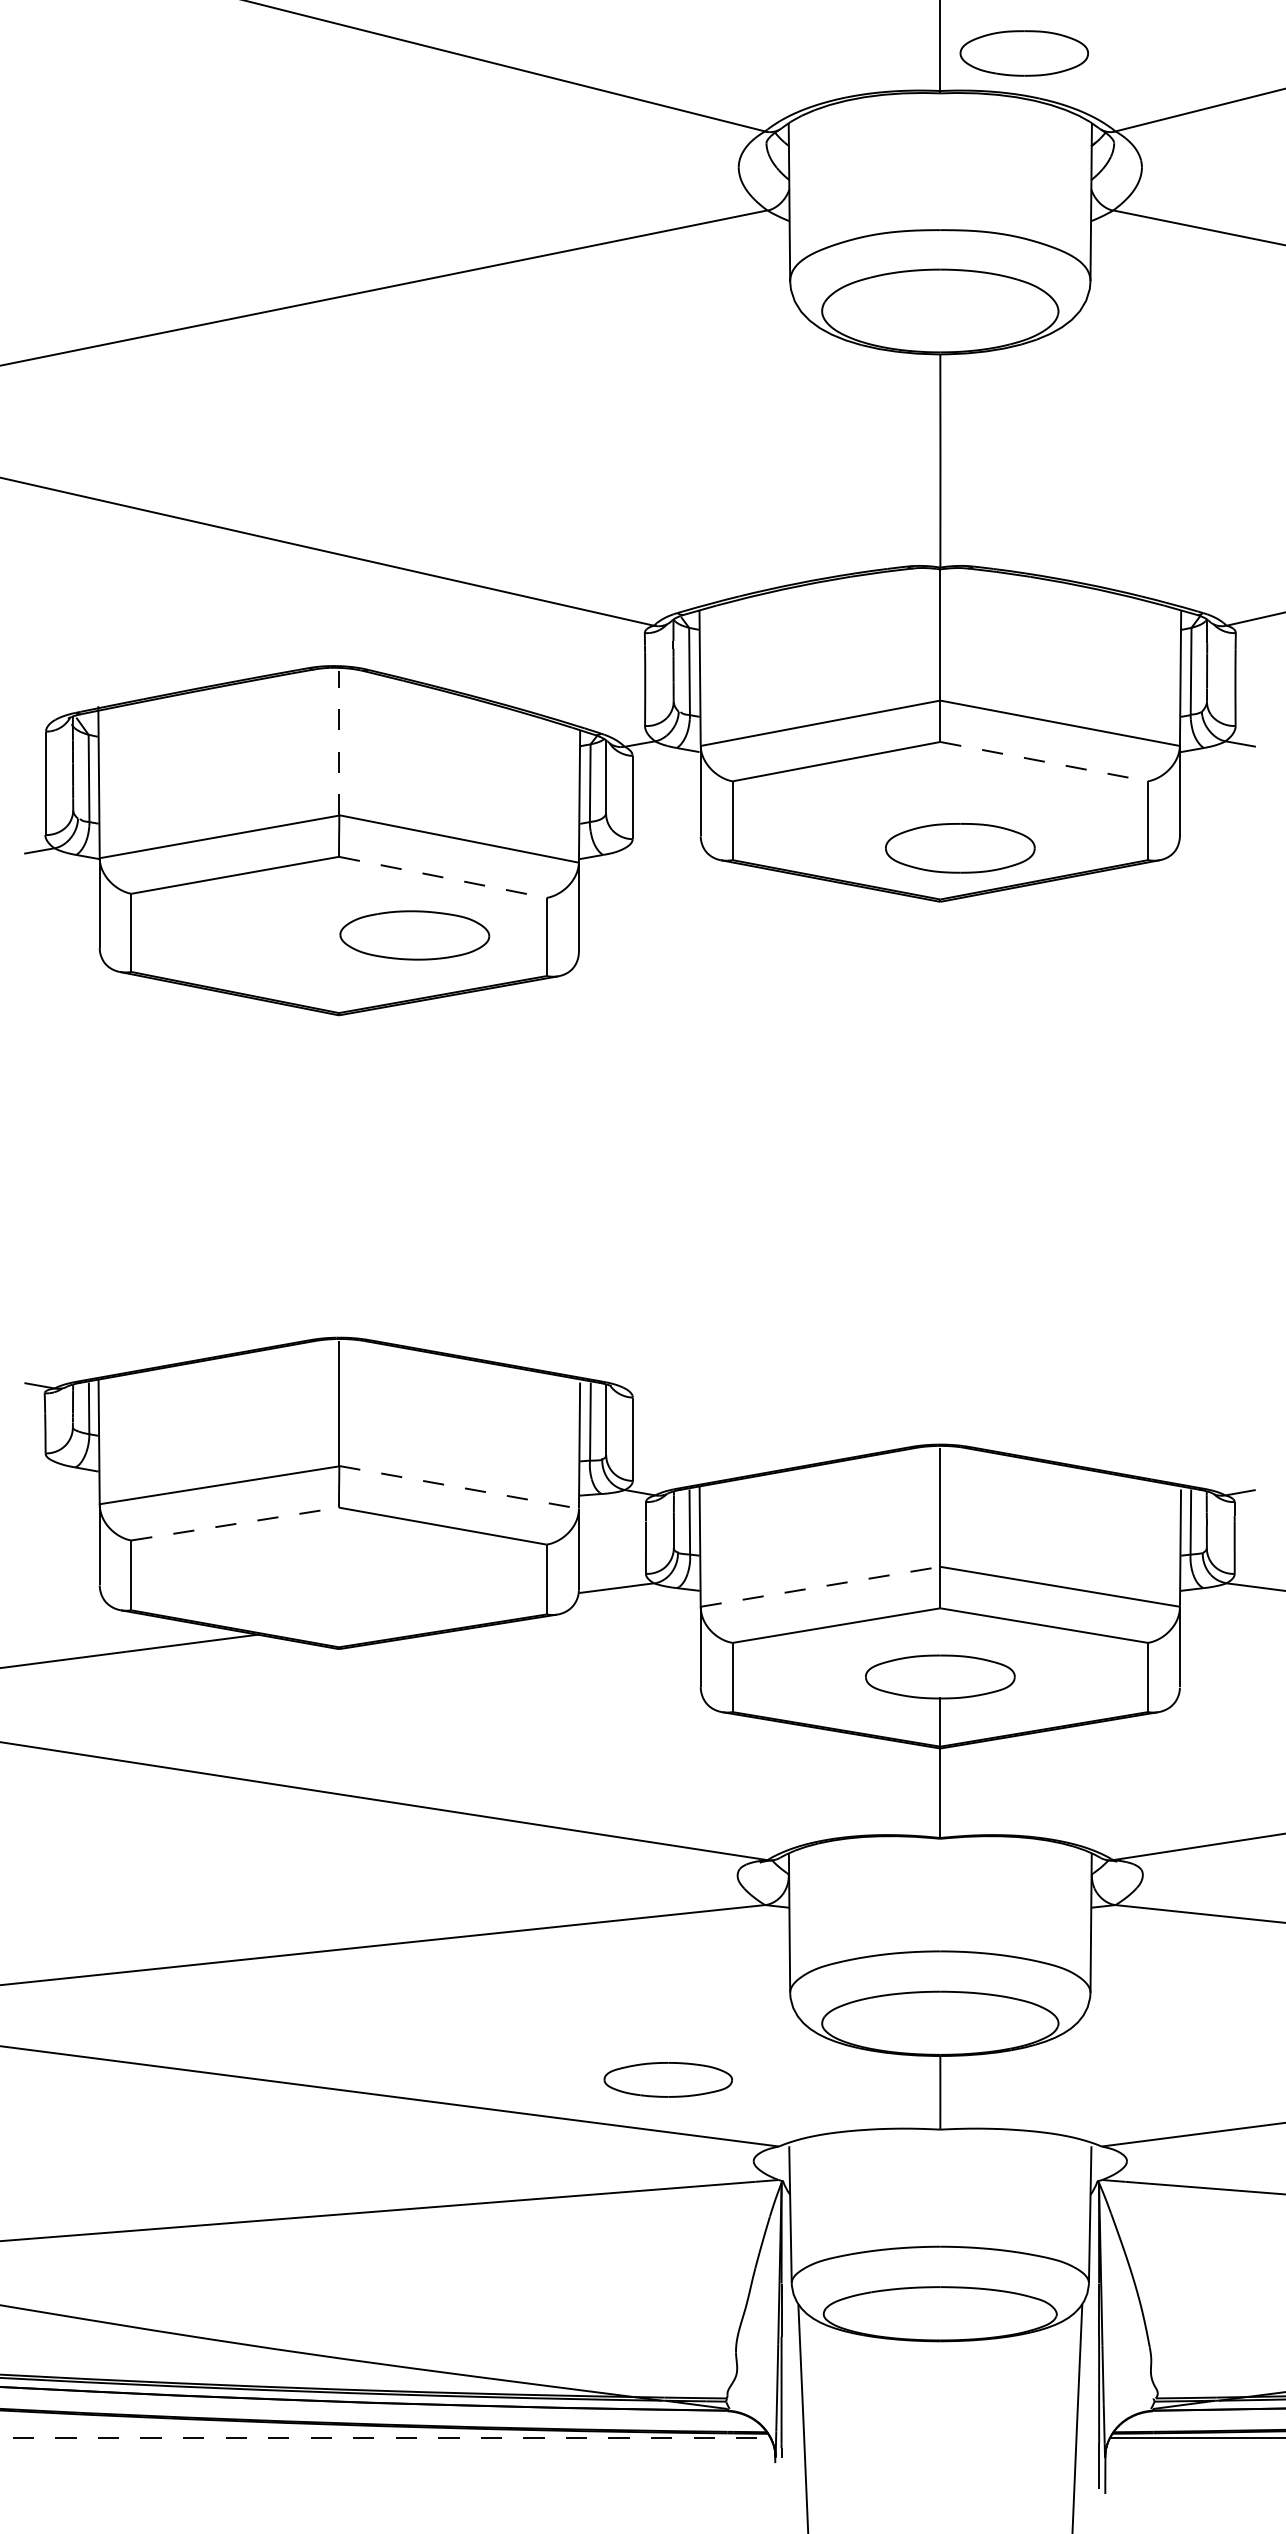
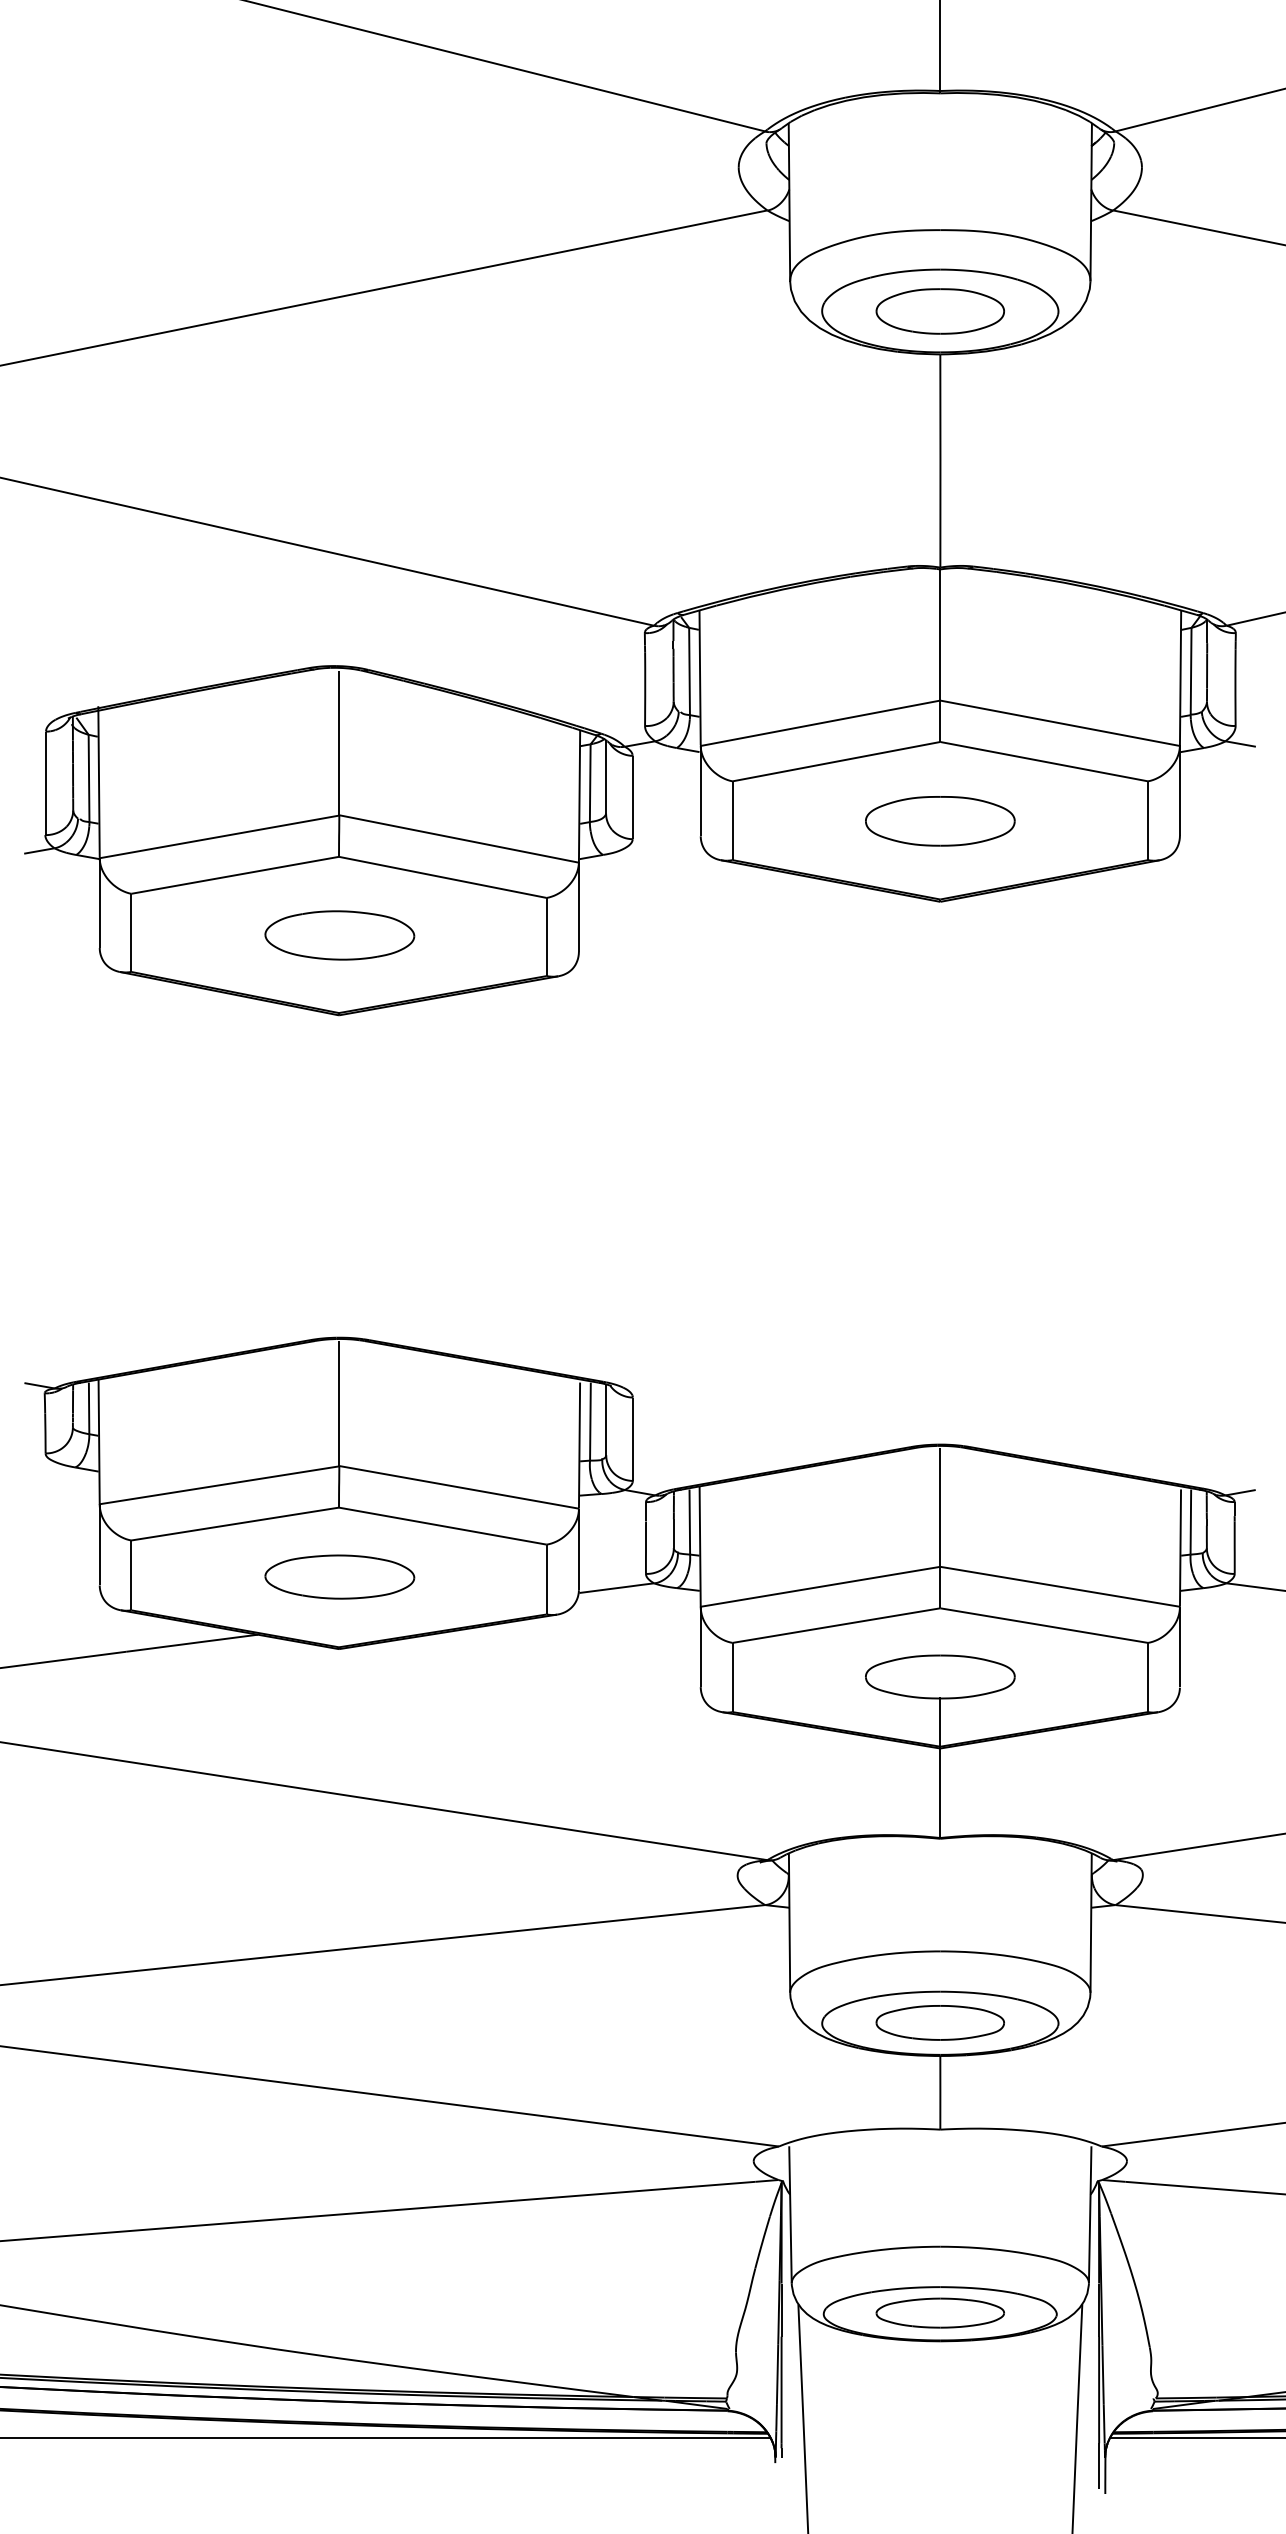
part at (1023, 53) position: (1023, 53) -> (939, 311)
line at (339, 742): dashed -> solid
line at (1044, 761): dashed -> solid
part at (960, 848) position: (960, 848) -> (940, 821)
line at (442, 877): dashed -> solid
part at (414, 935) position: (414, 935) -> (339, 935)
line at (459, 1487): dashed -> solid
line at (235, 1523): dashed -> solid
part at (339, 1576): none -> present
line at (821, 1586): dashed -> solid
part at (667, 2079) position: (667, 2079) -> (939, 2022)
part at (939, 2312): none -> present
line at (385, 2438): dashed -> solid
